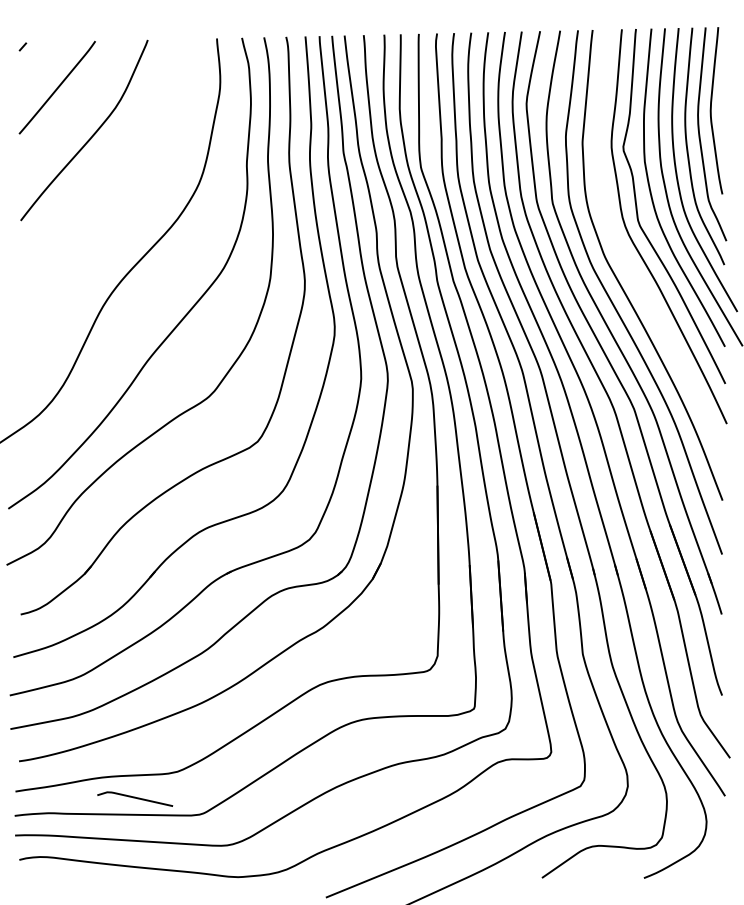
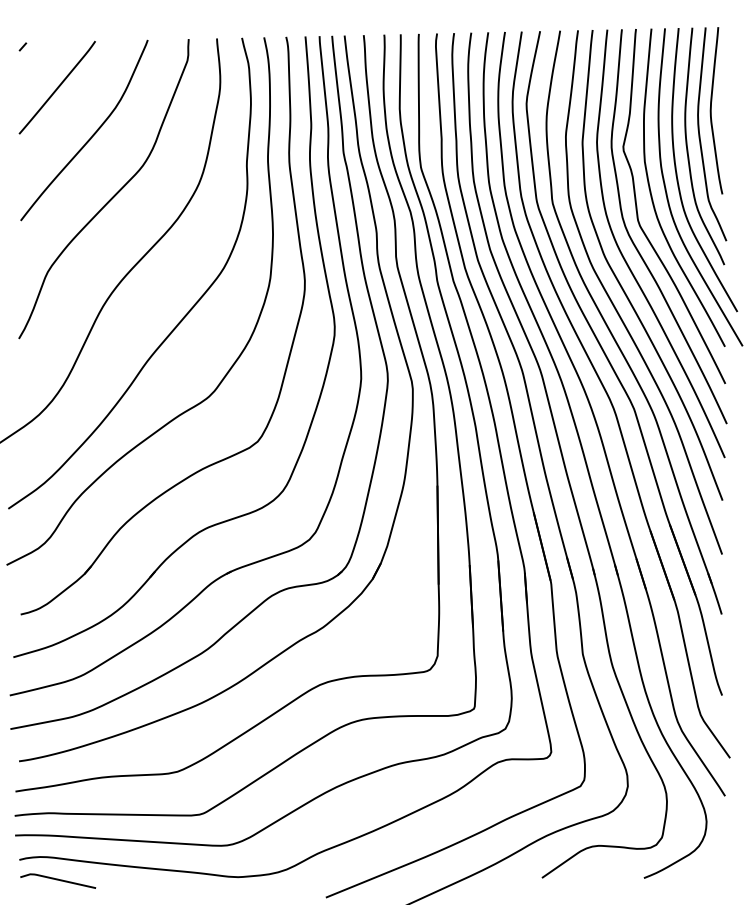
curve at (111, 197): none -> present
curve at (626, 260): none -> present
line at (135, 798) position: (135, 798) -> (58, 880)
